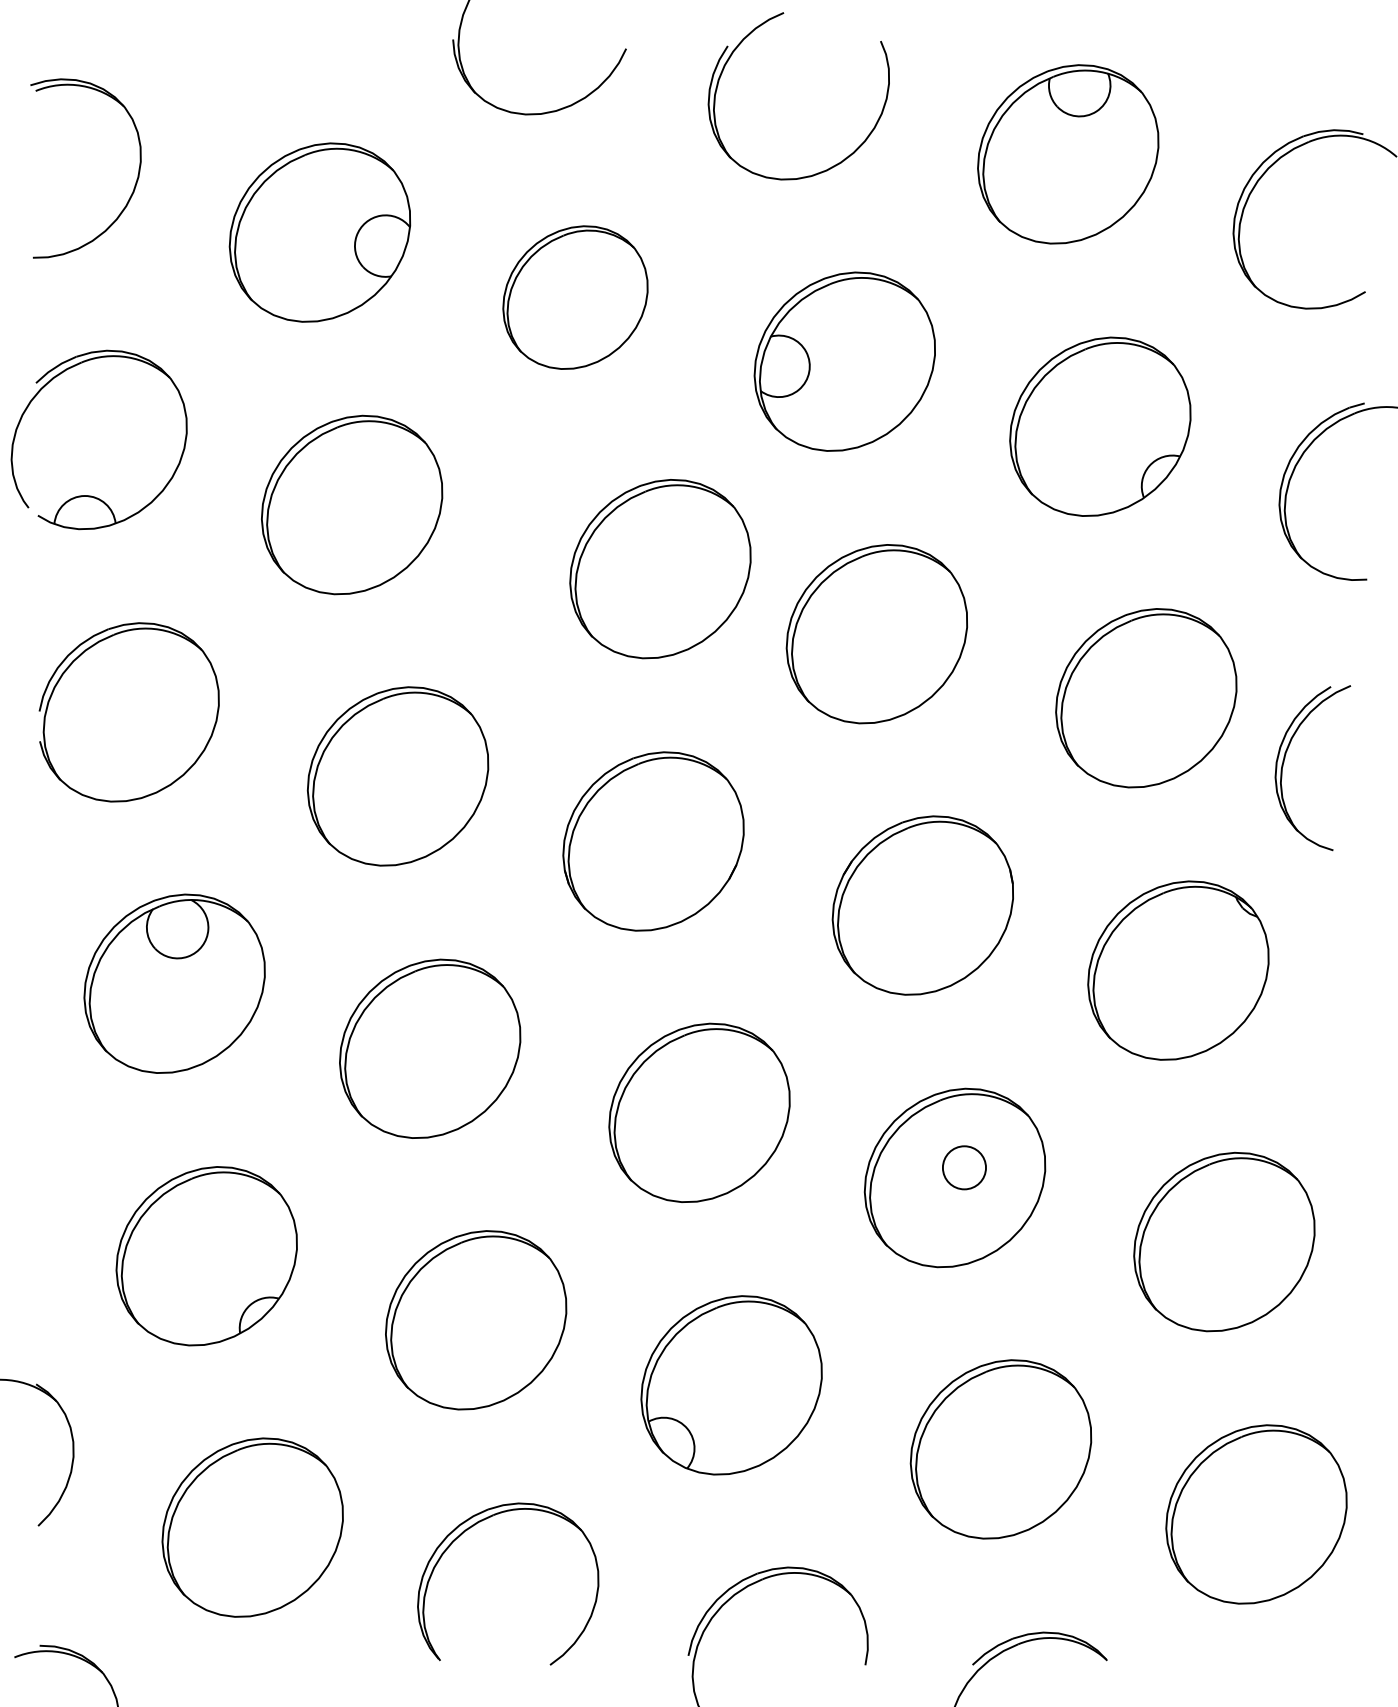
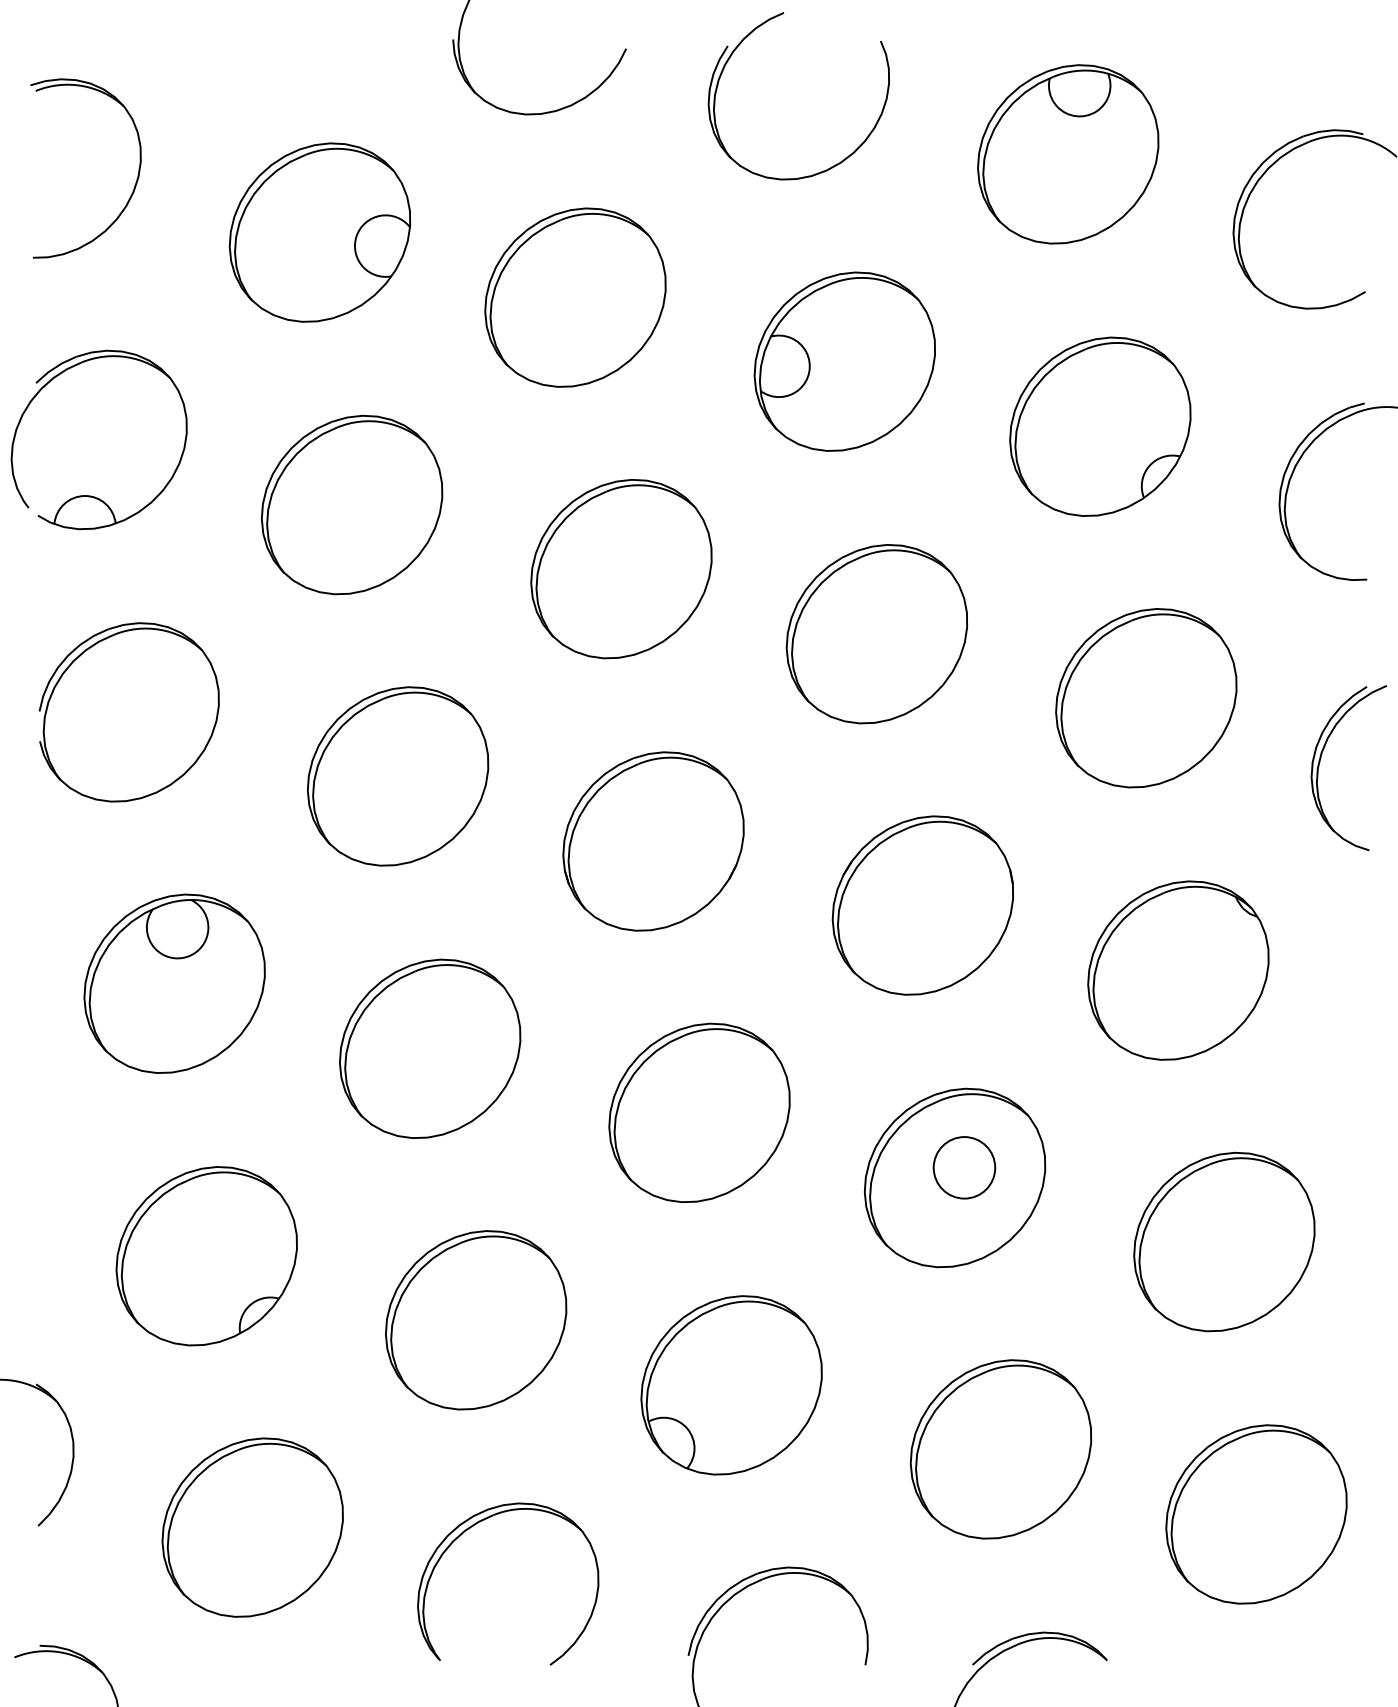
part at (575, 297) size: 147x145 px -> 183x181 px
part at (660, 569) position: (660, 569) -> (621, 569)
part at (1284, 762) position: (1284, 762) -> (1320, 762)
circle at (964, 1167) diameter: 43 px -> 62 px
